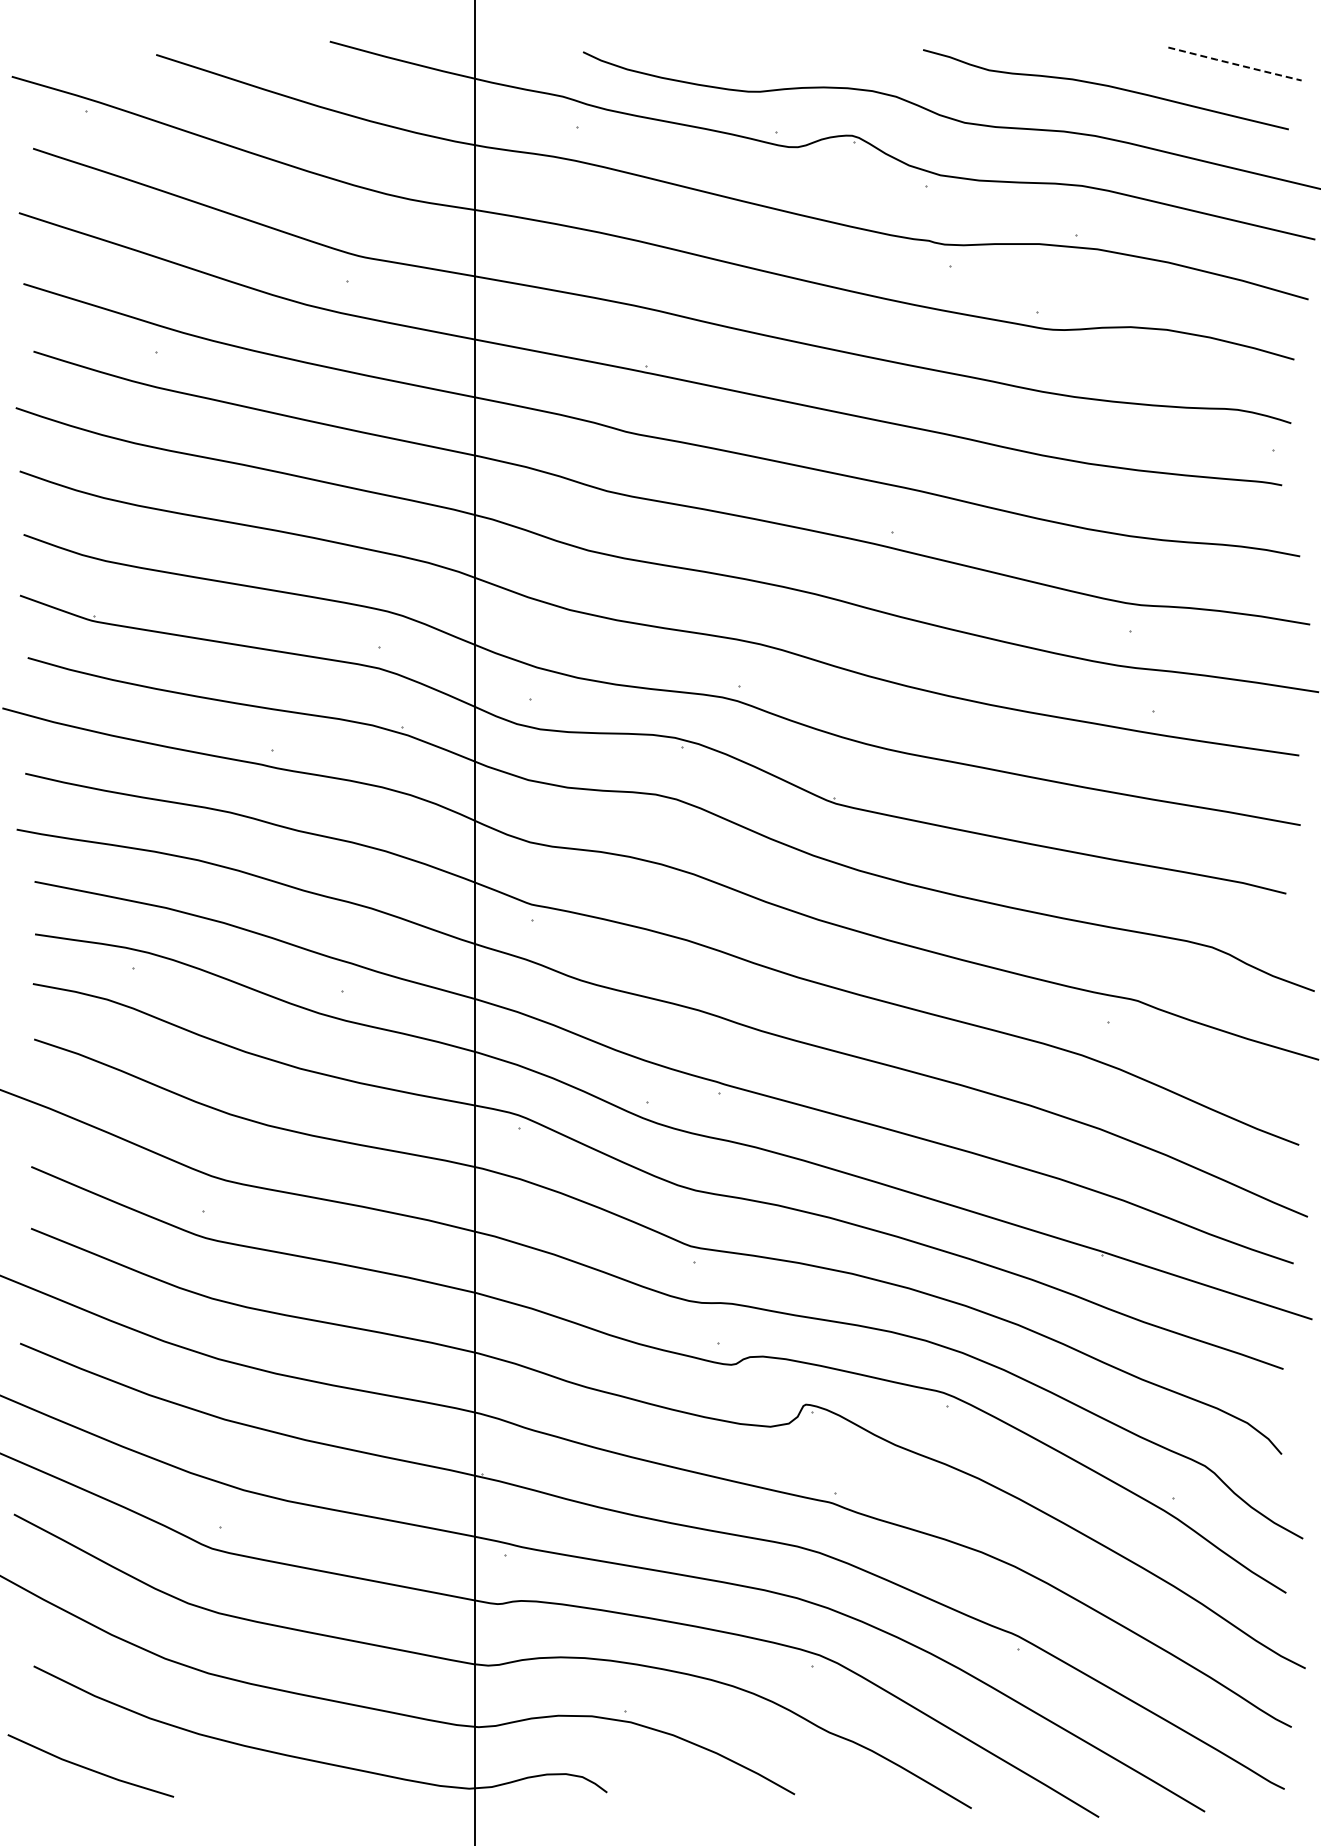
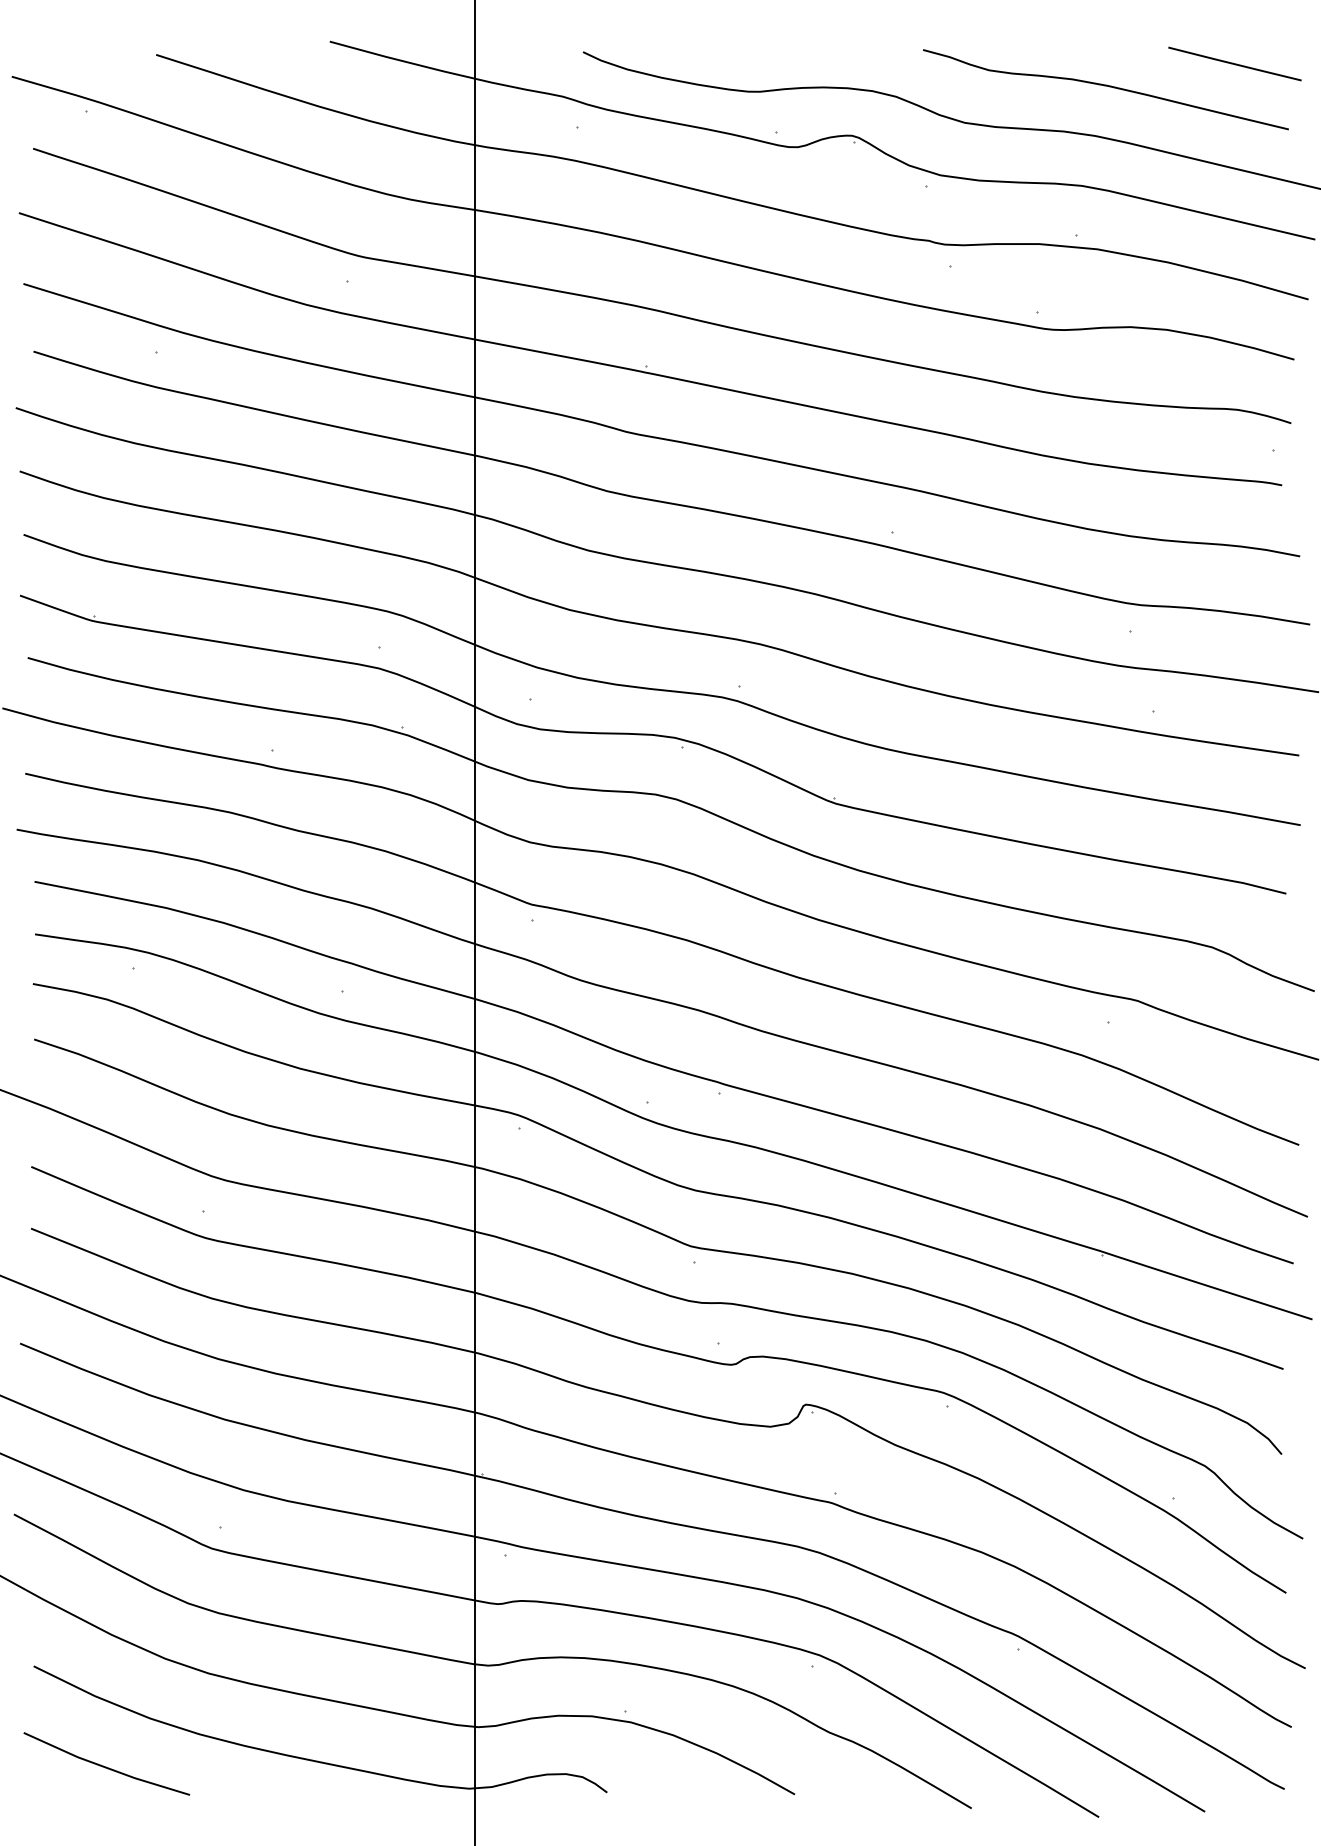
line at (1235, 64): dashed -> solid
line at (90, 1768) position: (90, 1768) -> (106, 1766)
